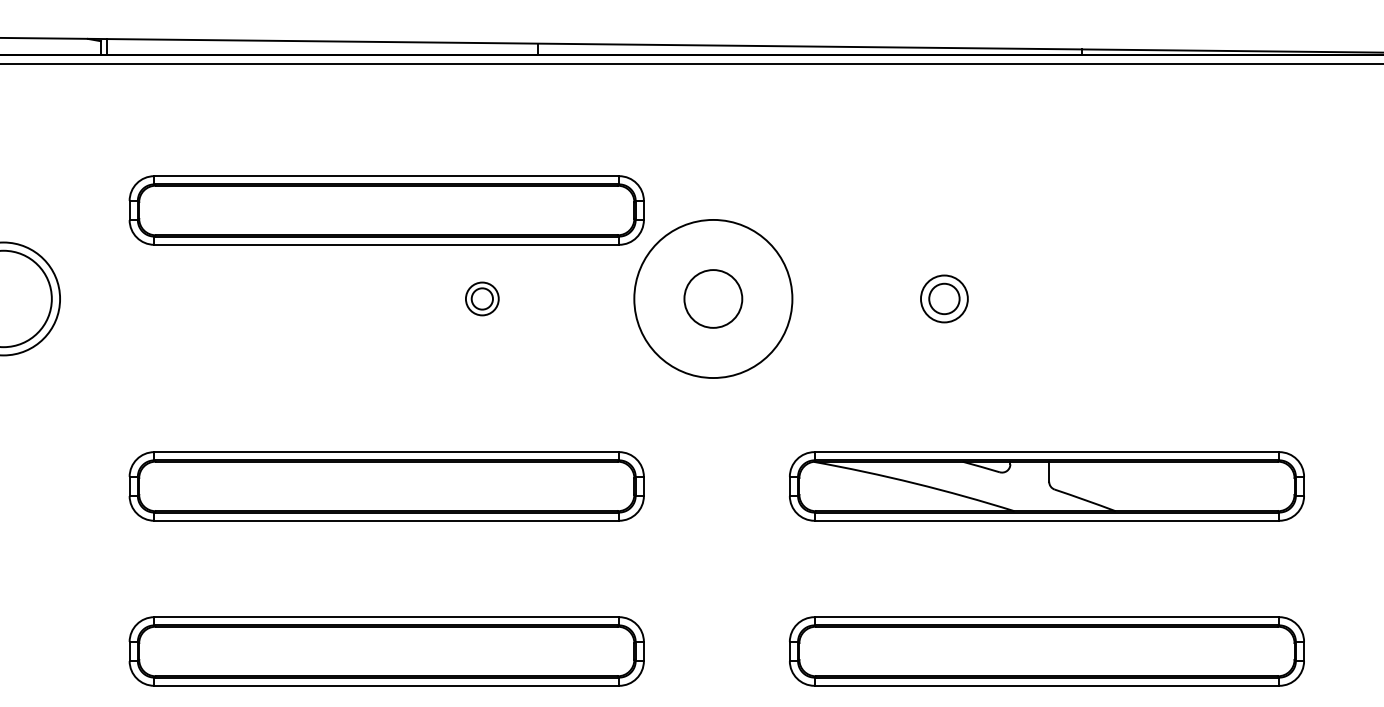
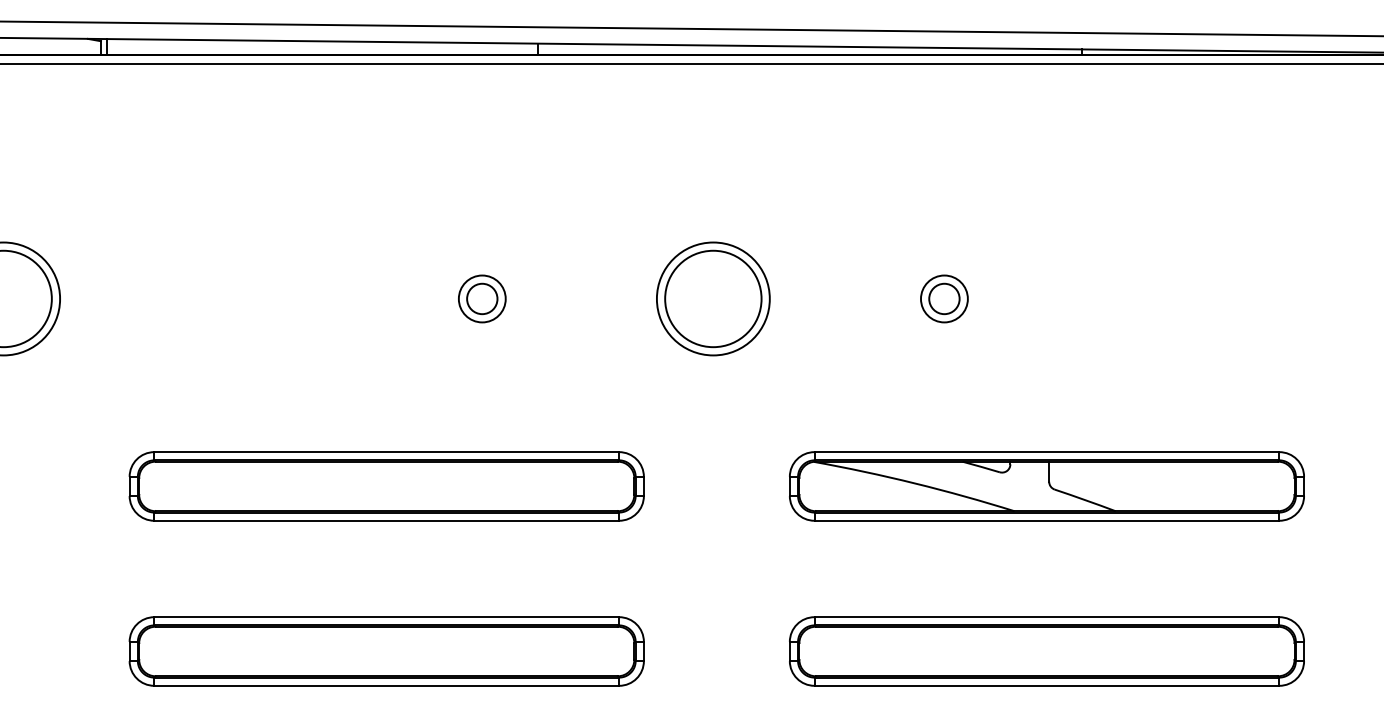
line at (691, 28): none -> present
part at (386, 210): present -> none
part at (482, 298) size: 35x36 px -> 49x50 px
circle at (713, 298) diameter: 158 px -> 113 px
circle at (713, 298) diameter: 58 px -> 96 px
